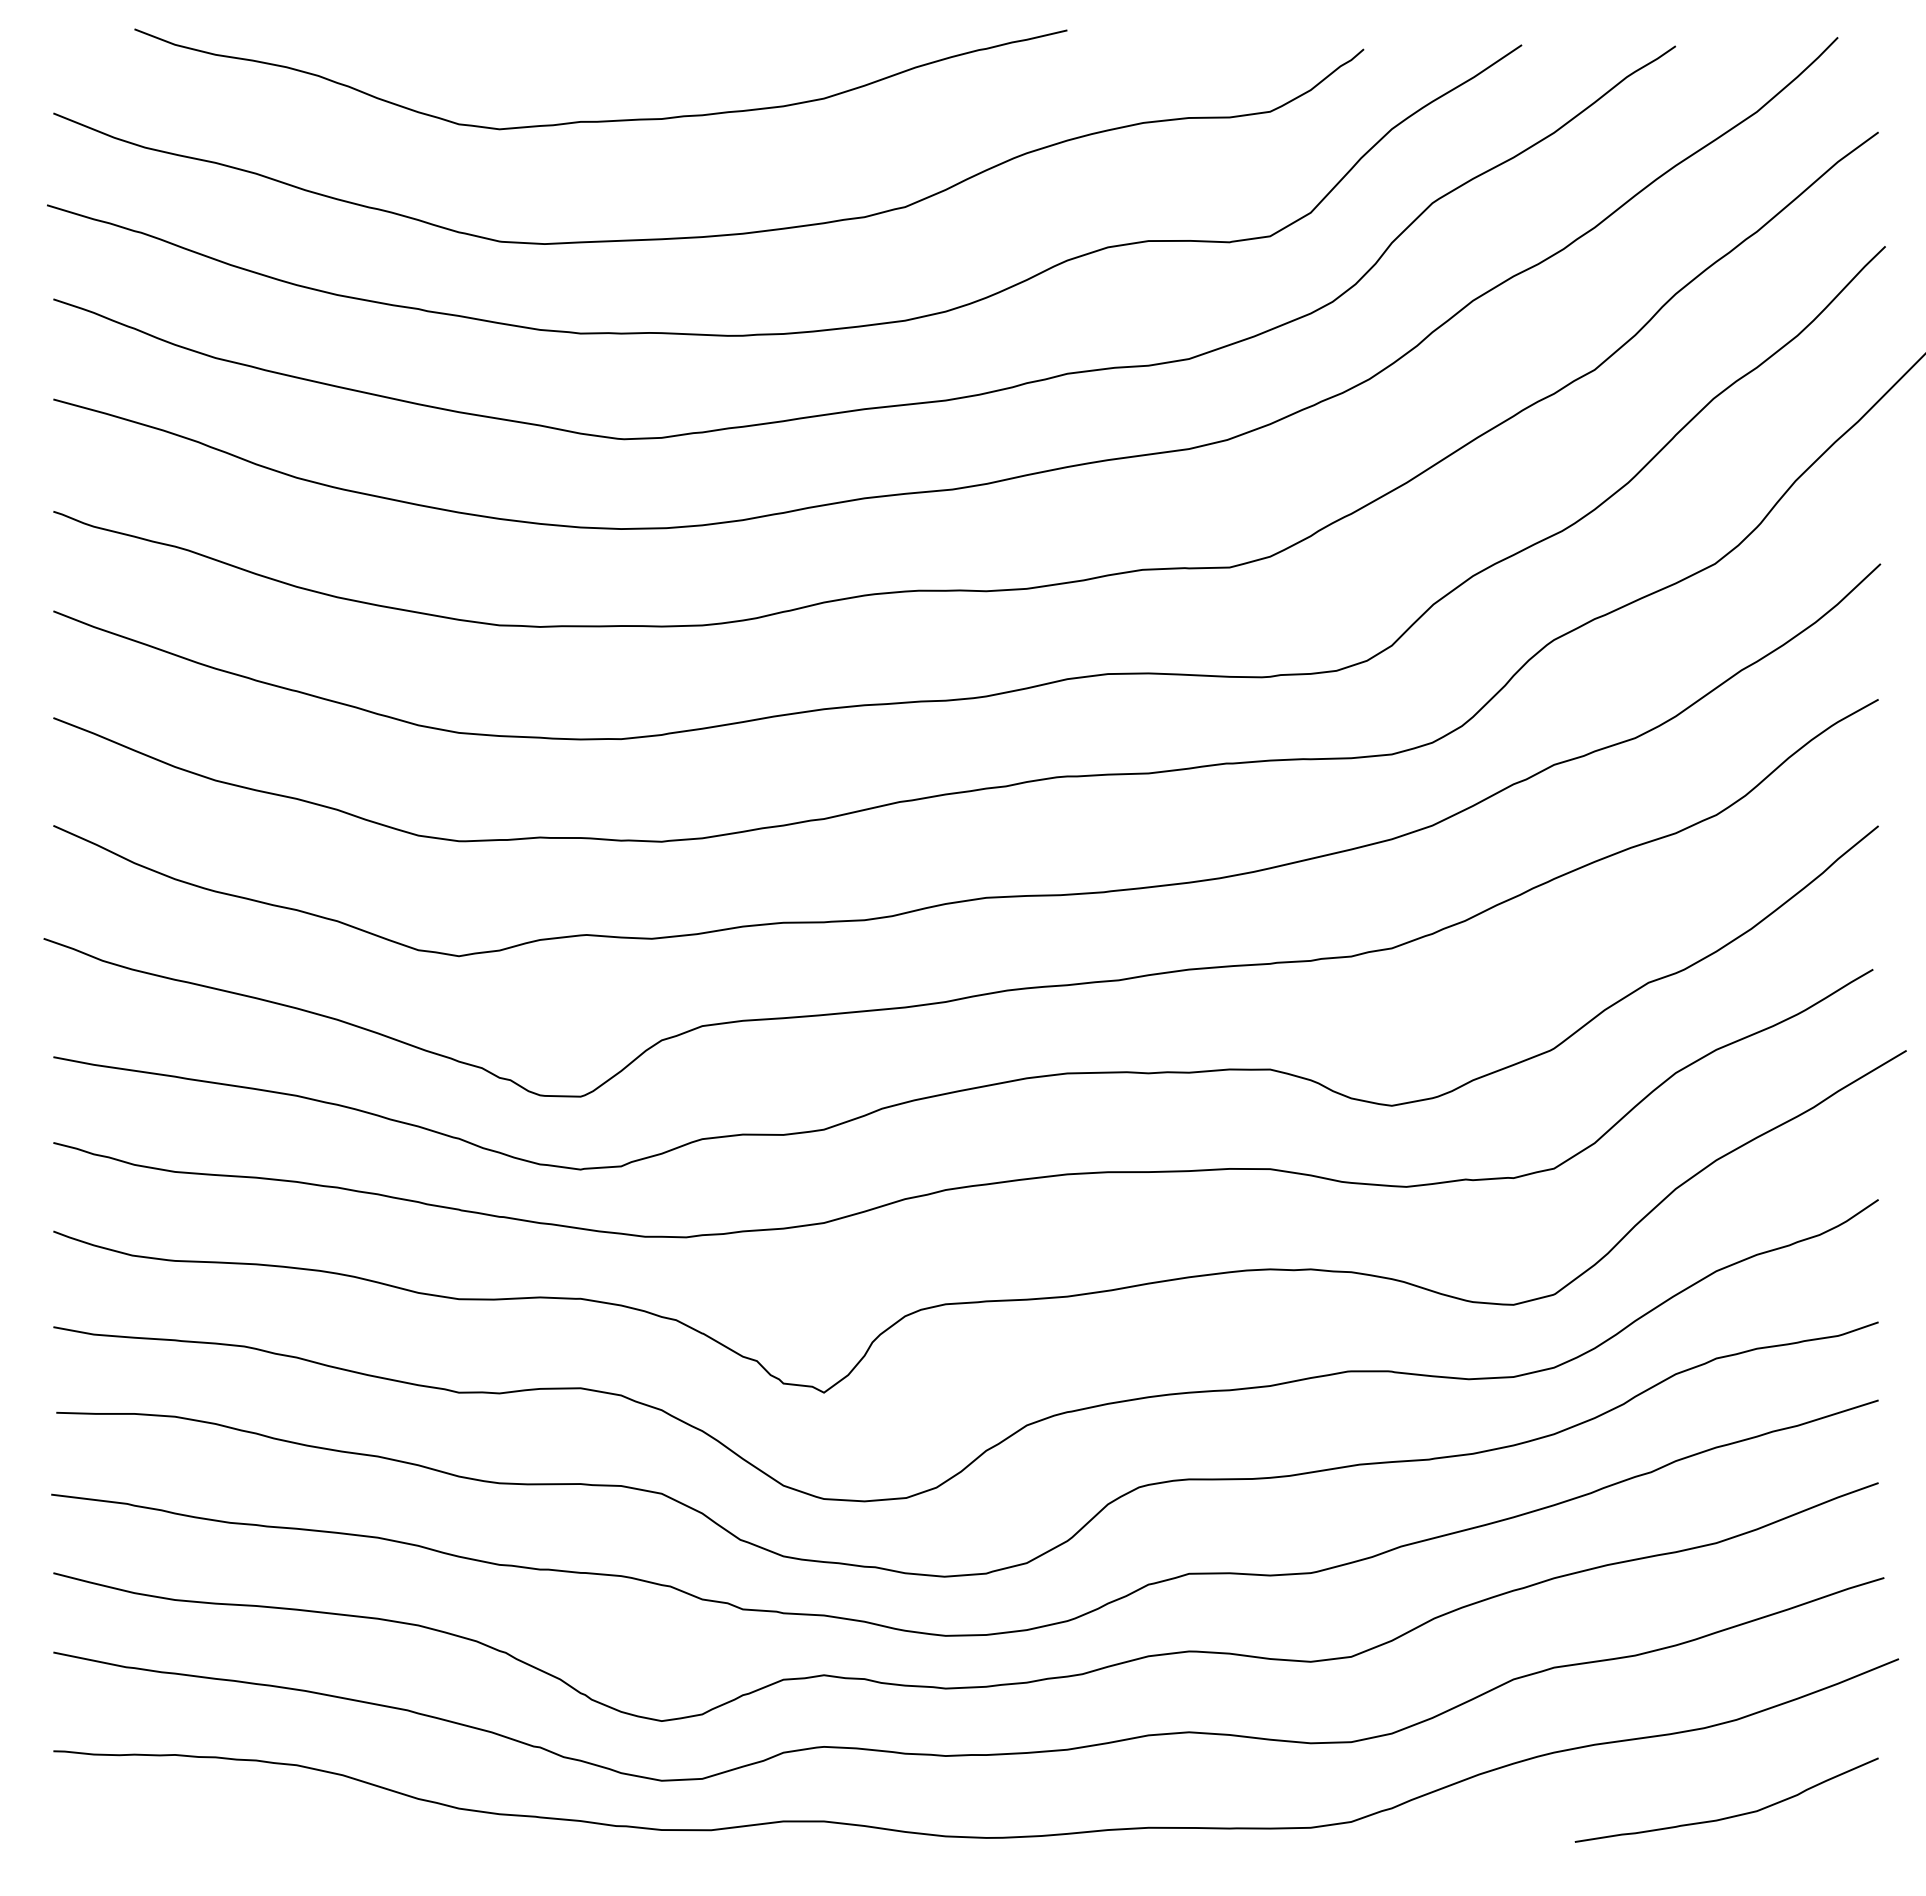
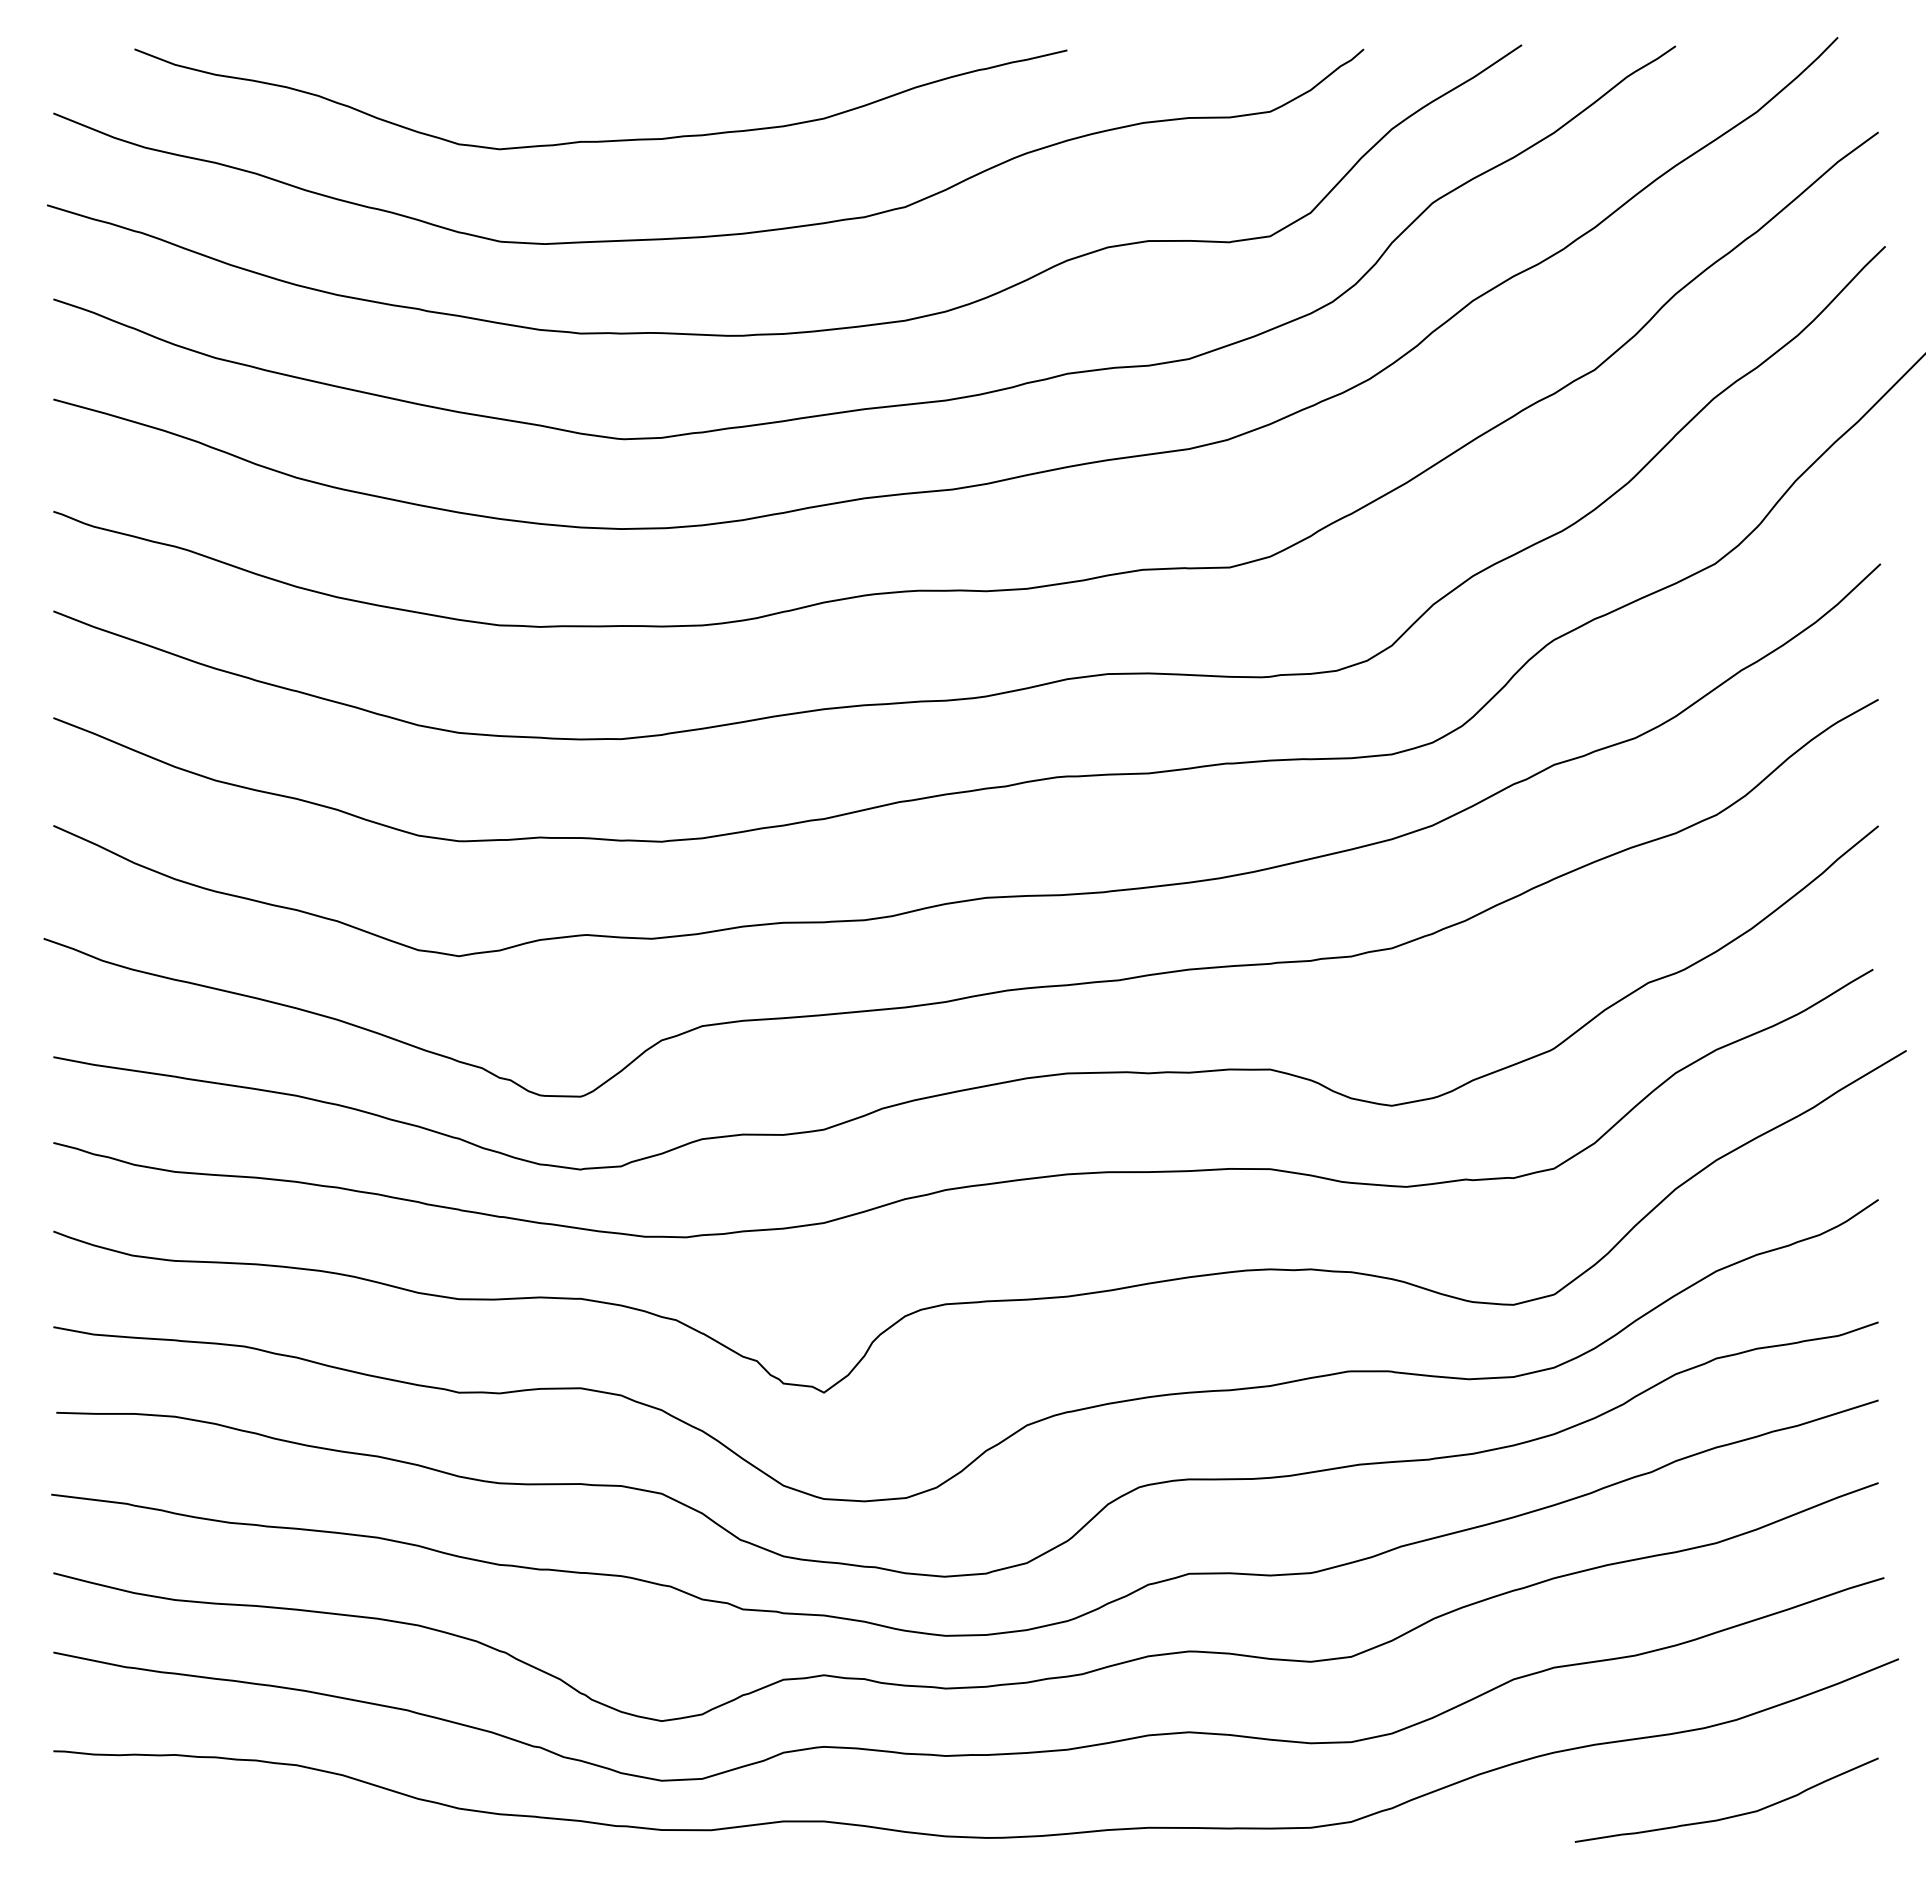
curve at (600, 120) position: (600, 120) -> (600, 140)
